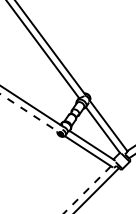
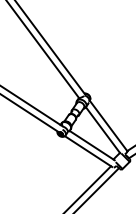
line at (29, 113): dashed -> solid
line at (87, 190): dashed -> solid
